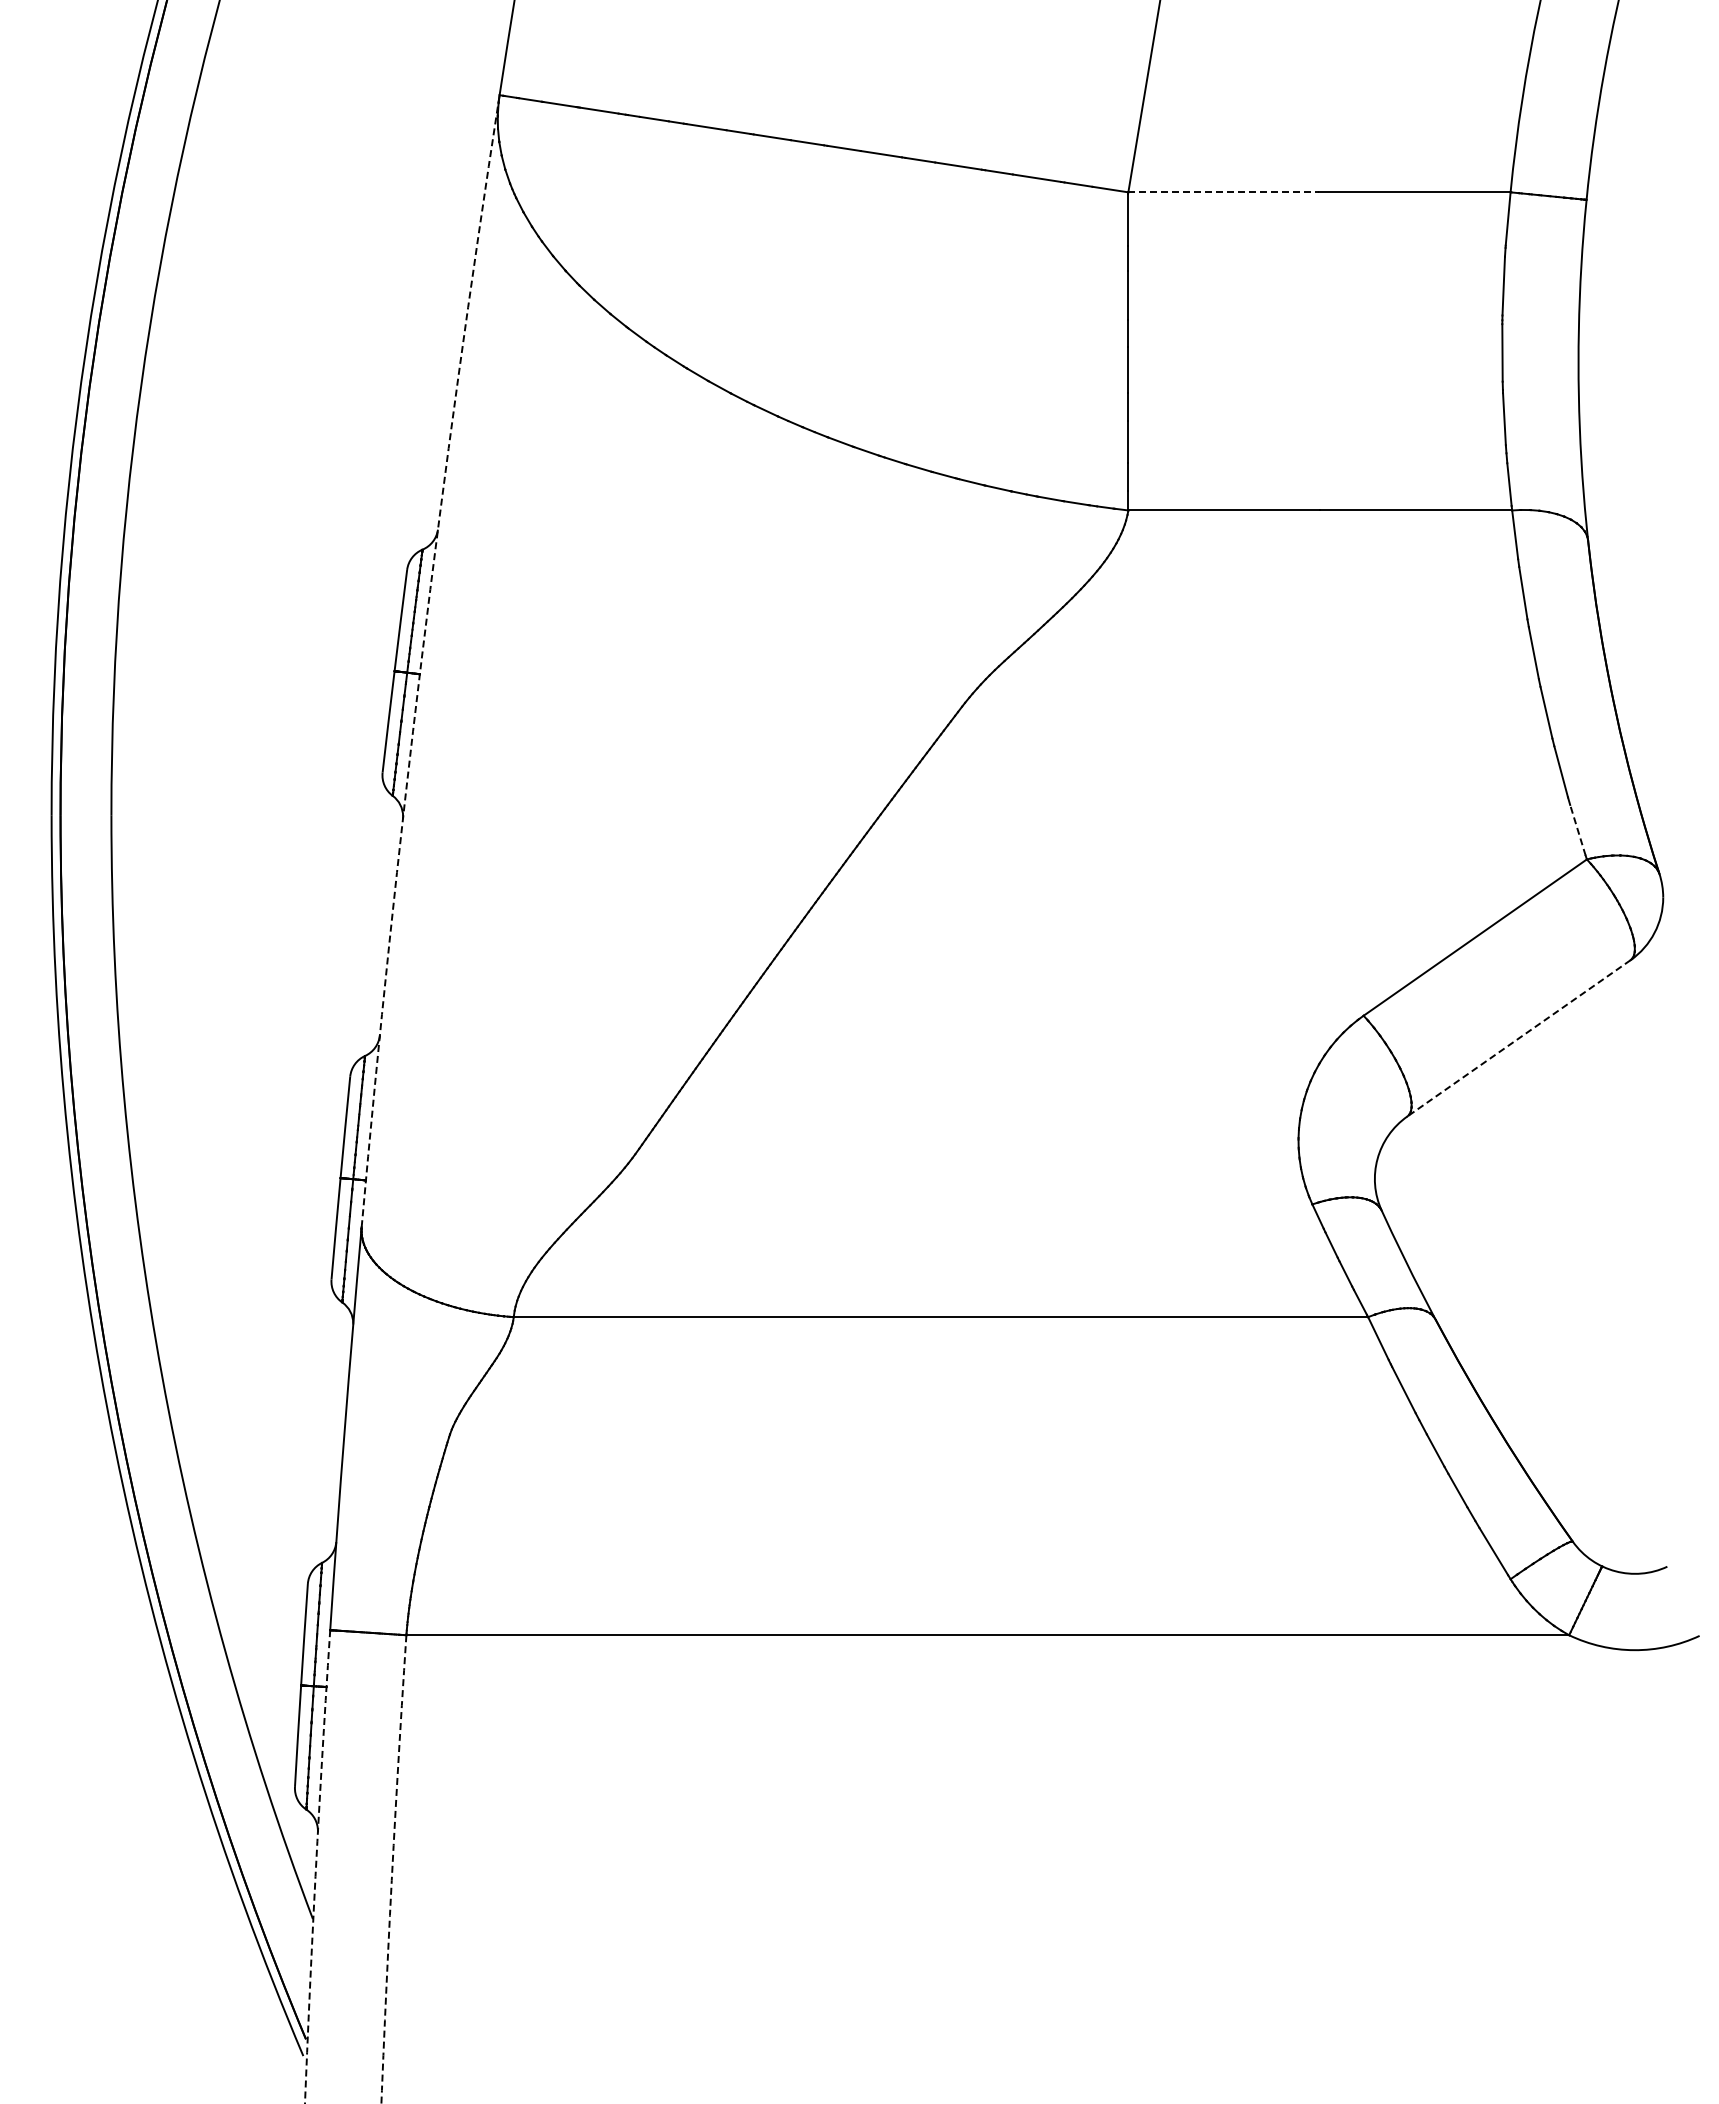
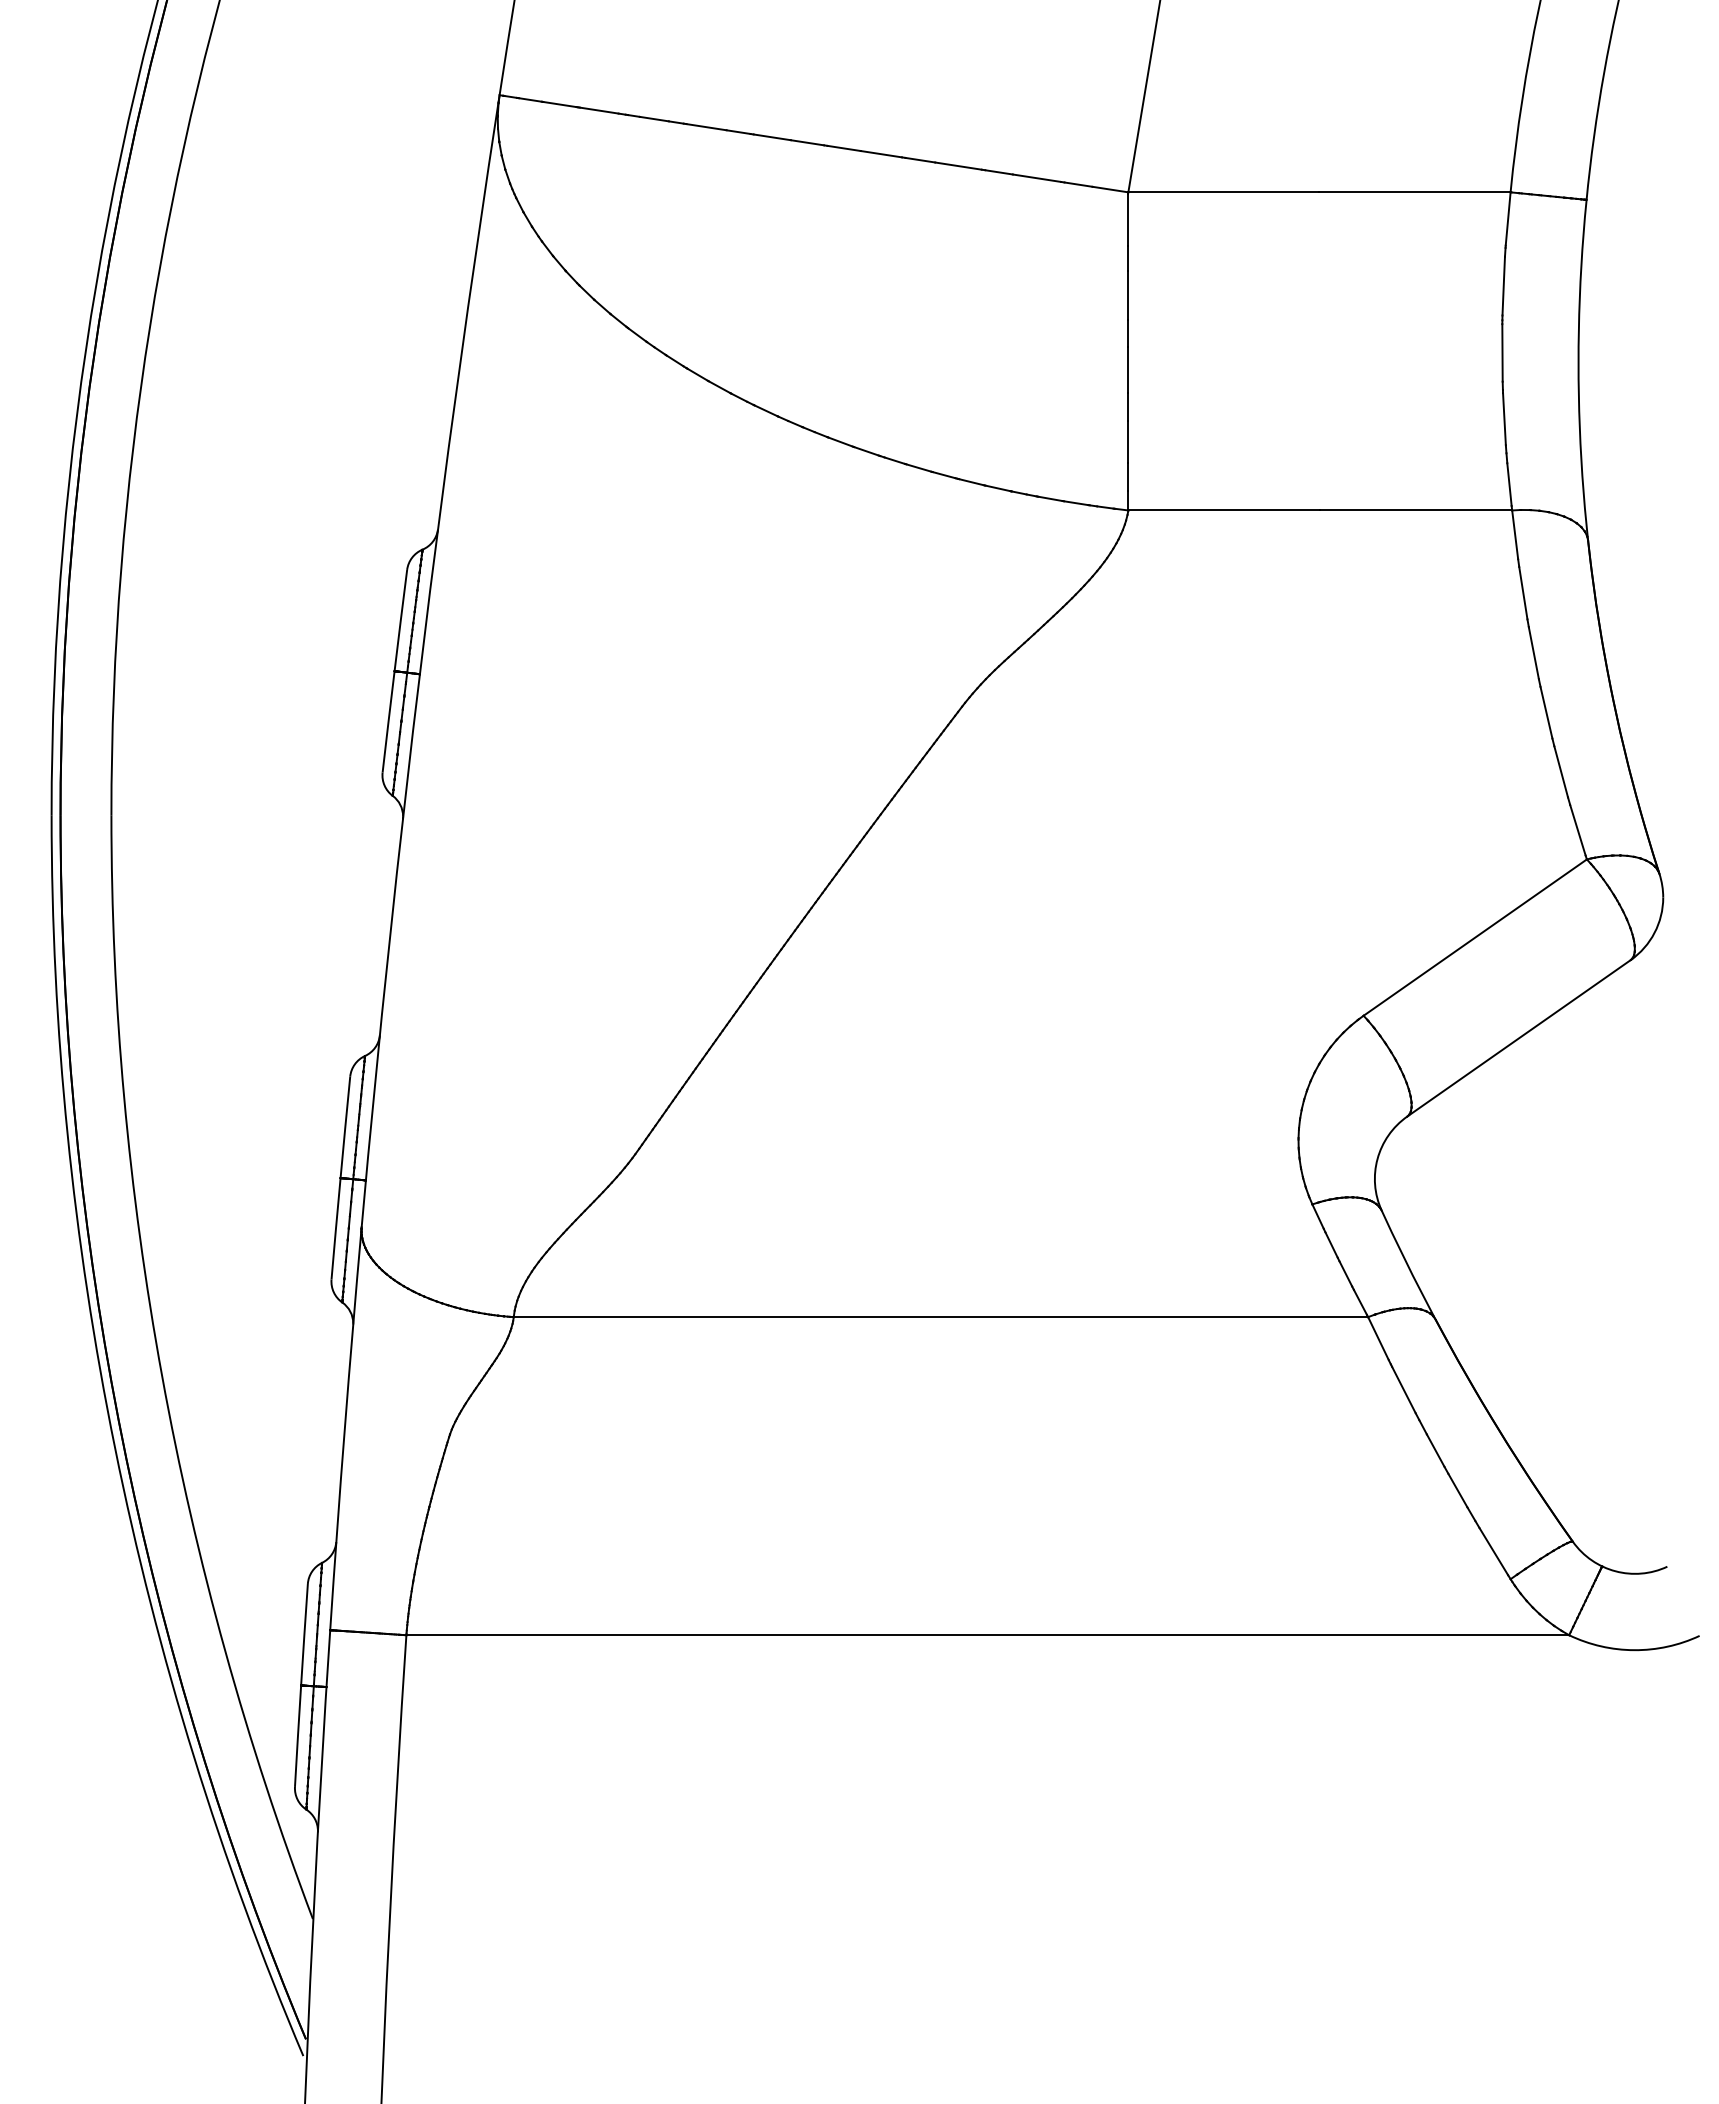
line at (1223, 192): dashed -> solid
arc at (421, 660): dashed -> solid
line at (1577, 830): dashed -> solid
line at (1518, 1038): dashed -> solid
arc at (316, 1866): dashed -> solid
arc at (392, 1869): dashed -> solid
